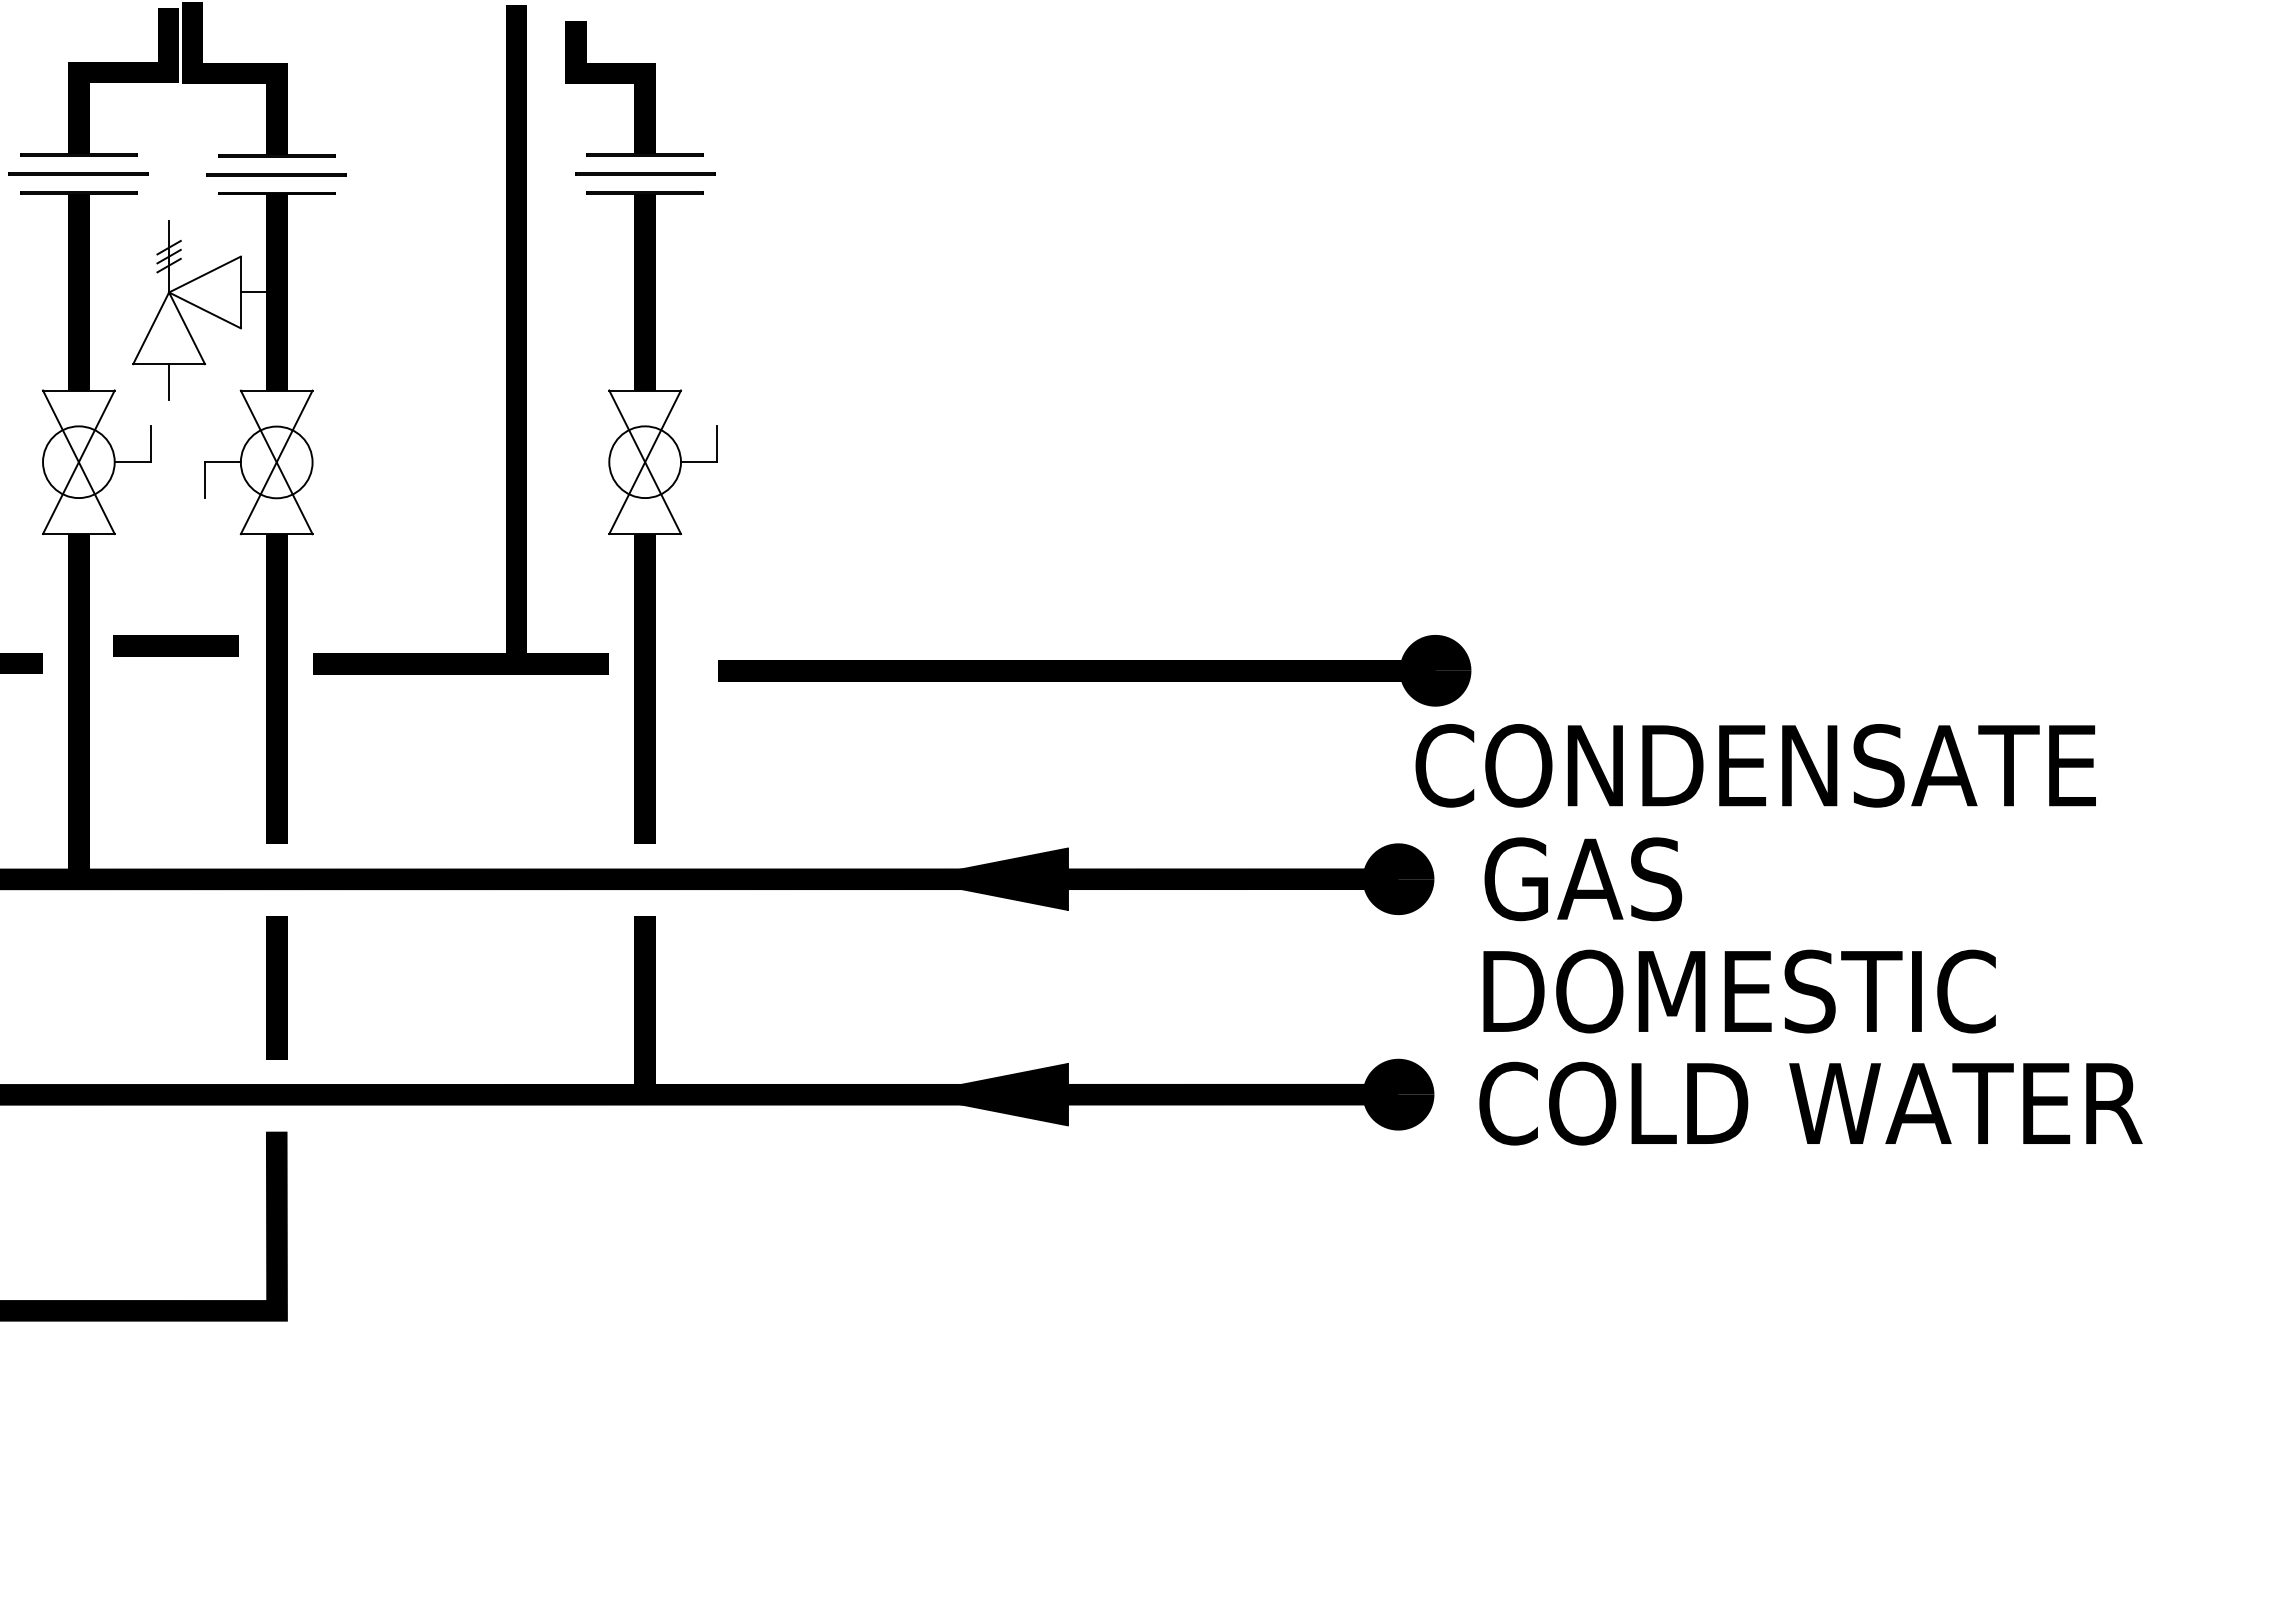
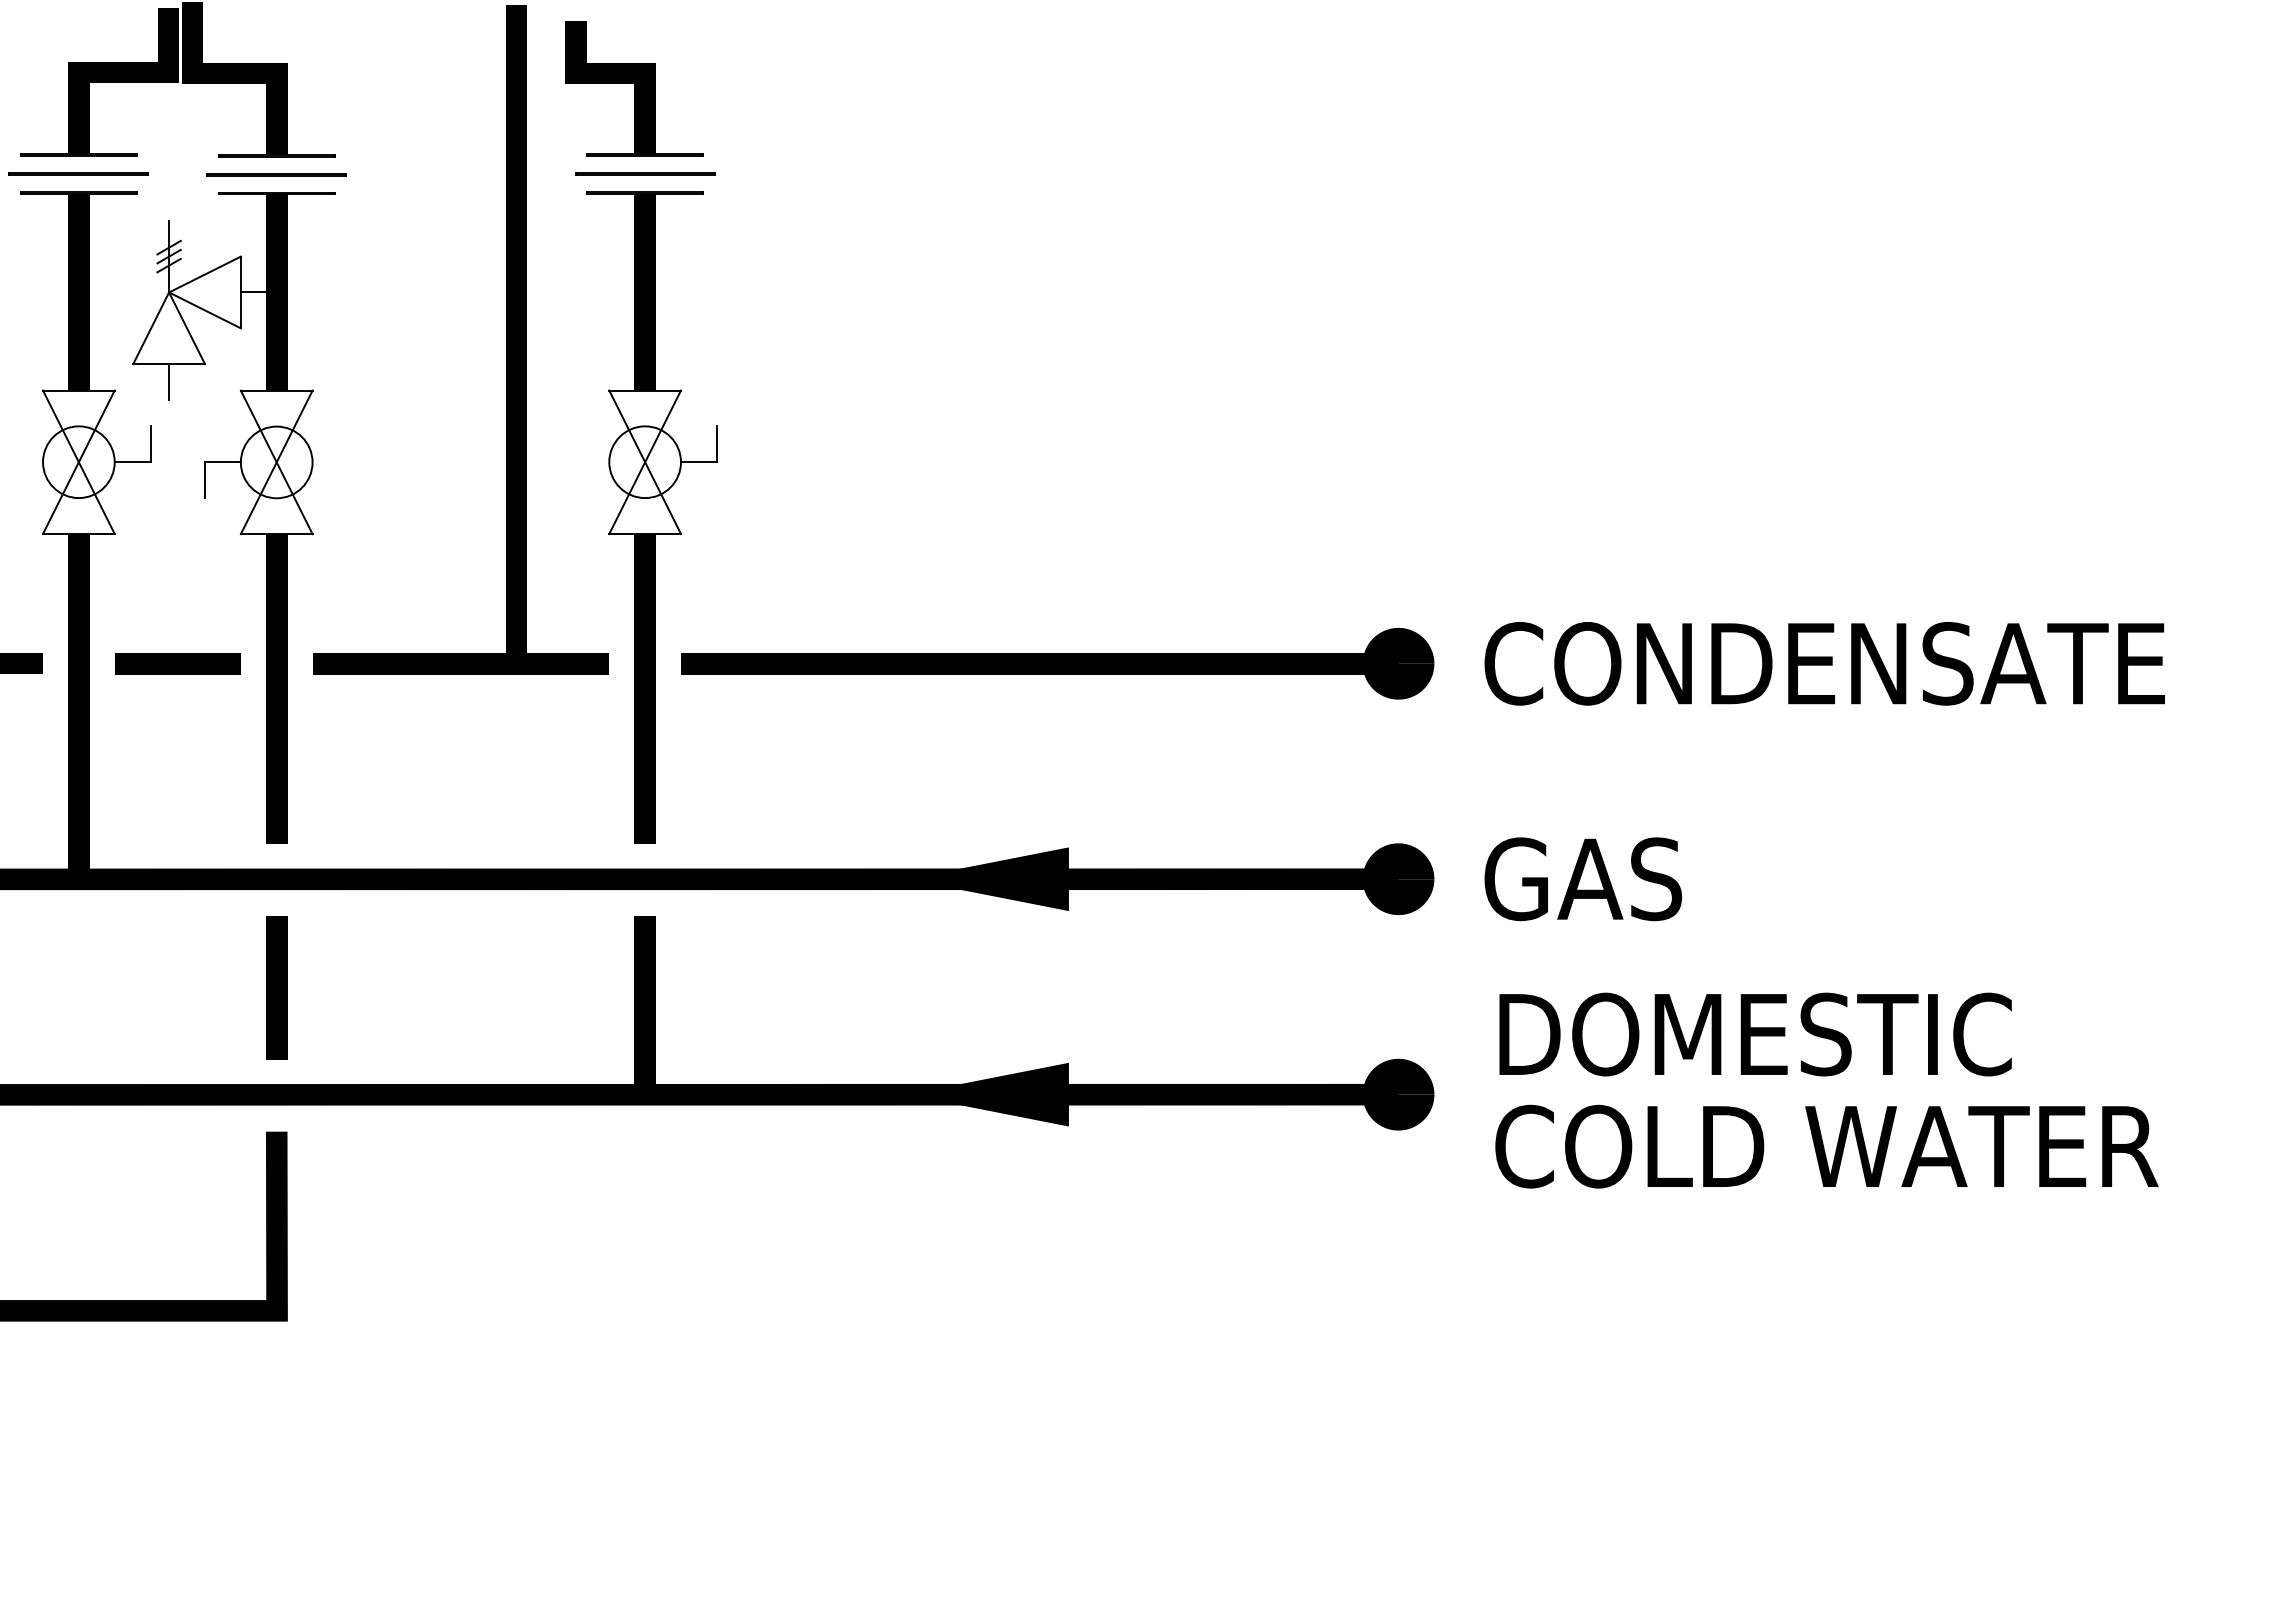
line at (175, 645) position: (175, 645) -> (177, 663)
part at (1094, 670) position: (1094, 670) -> (1057, 663)
text at (1755, 765) position: (1755, 765) -> (1824, 663)
text at (1810, 1047) position: (1810, 1047) -> (1826, 1090)
